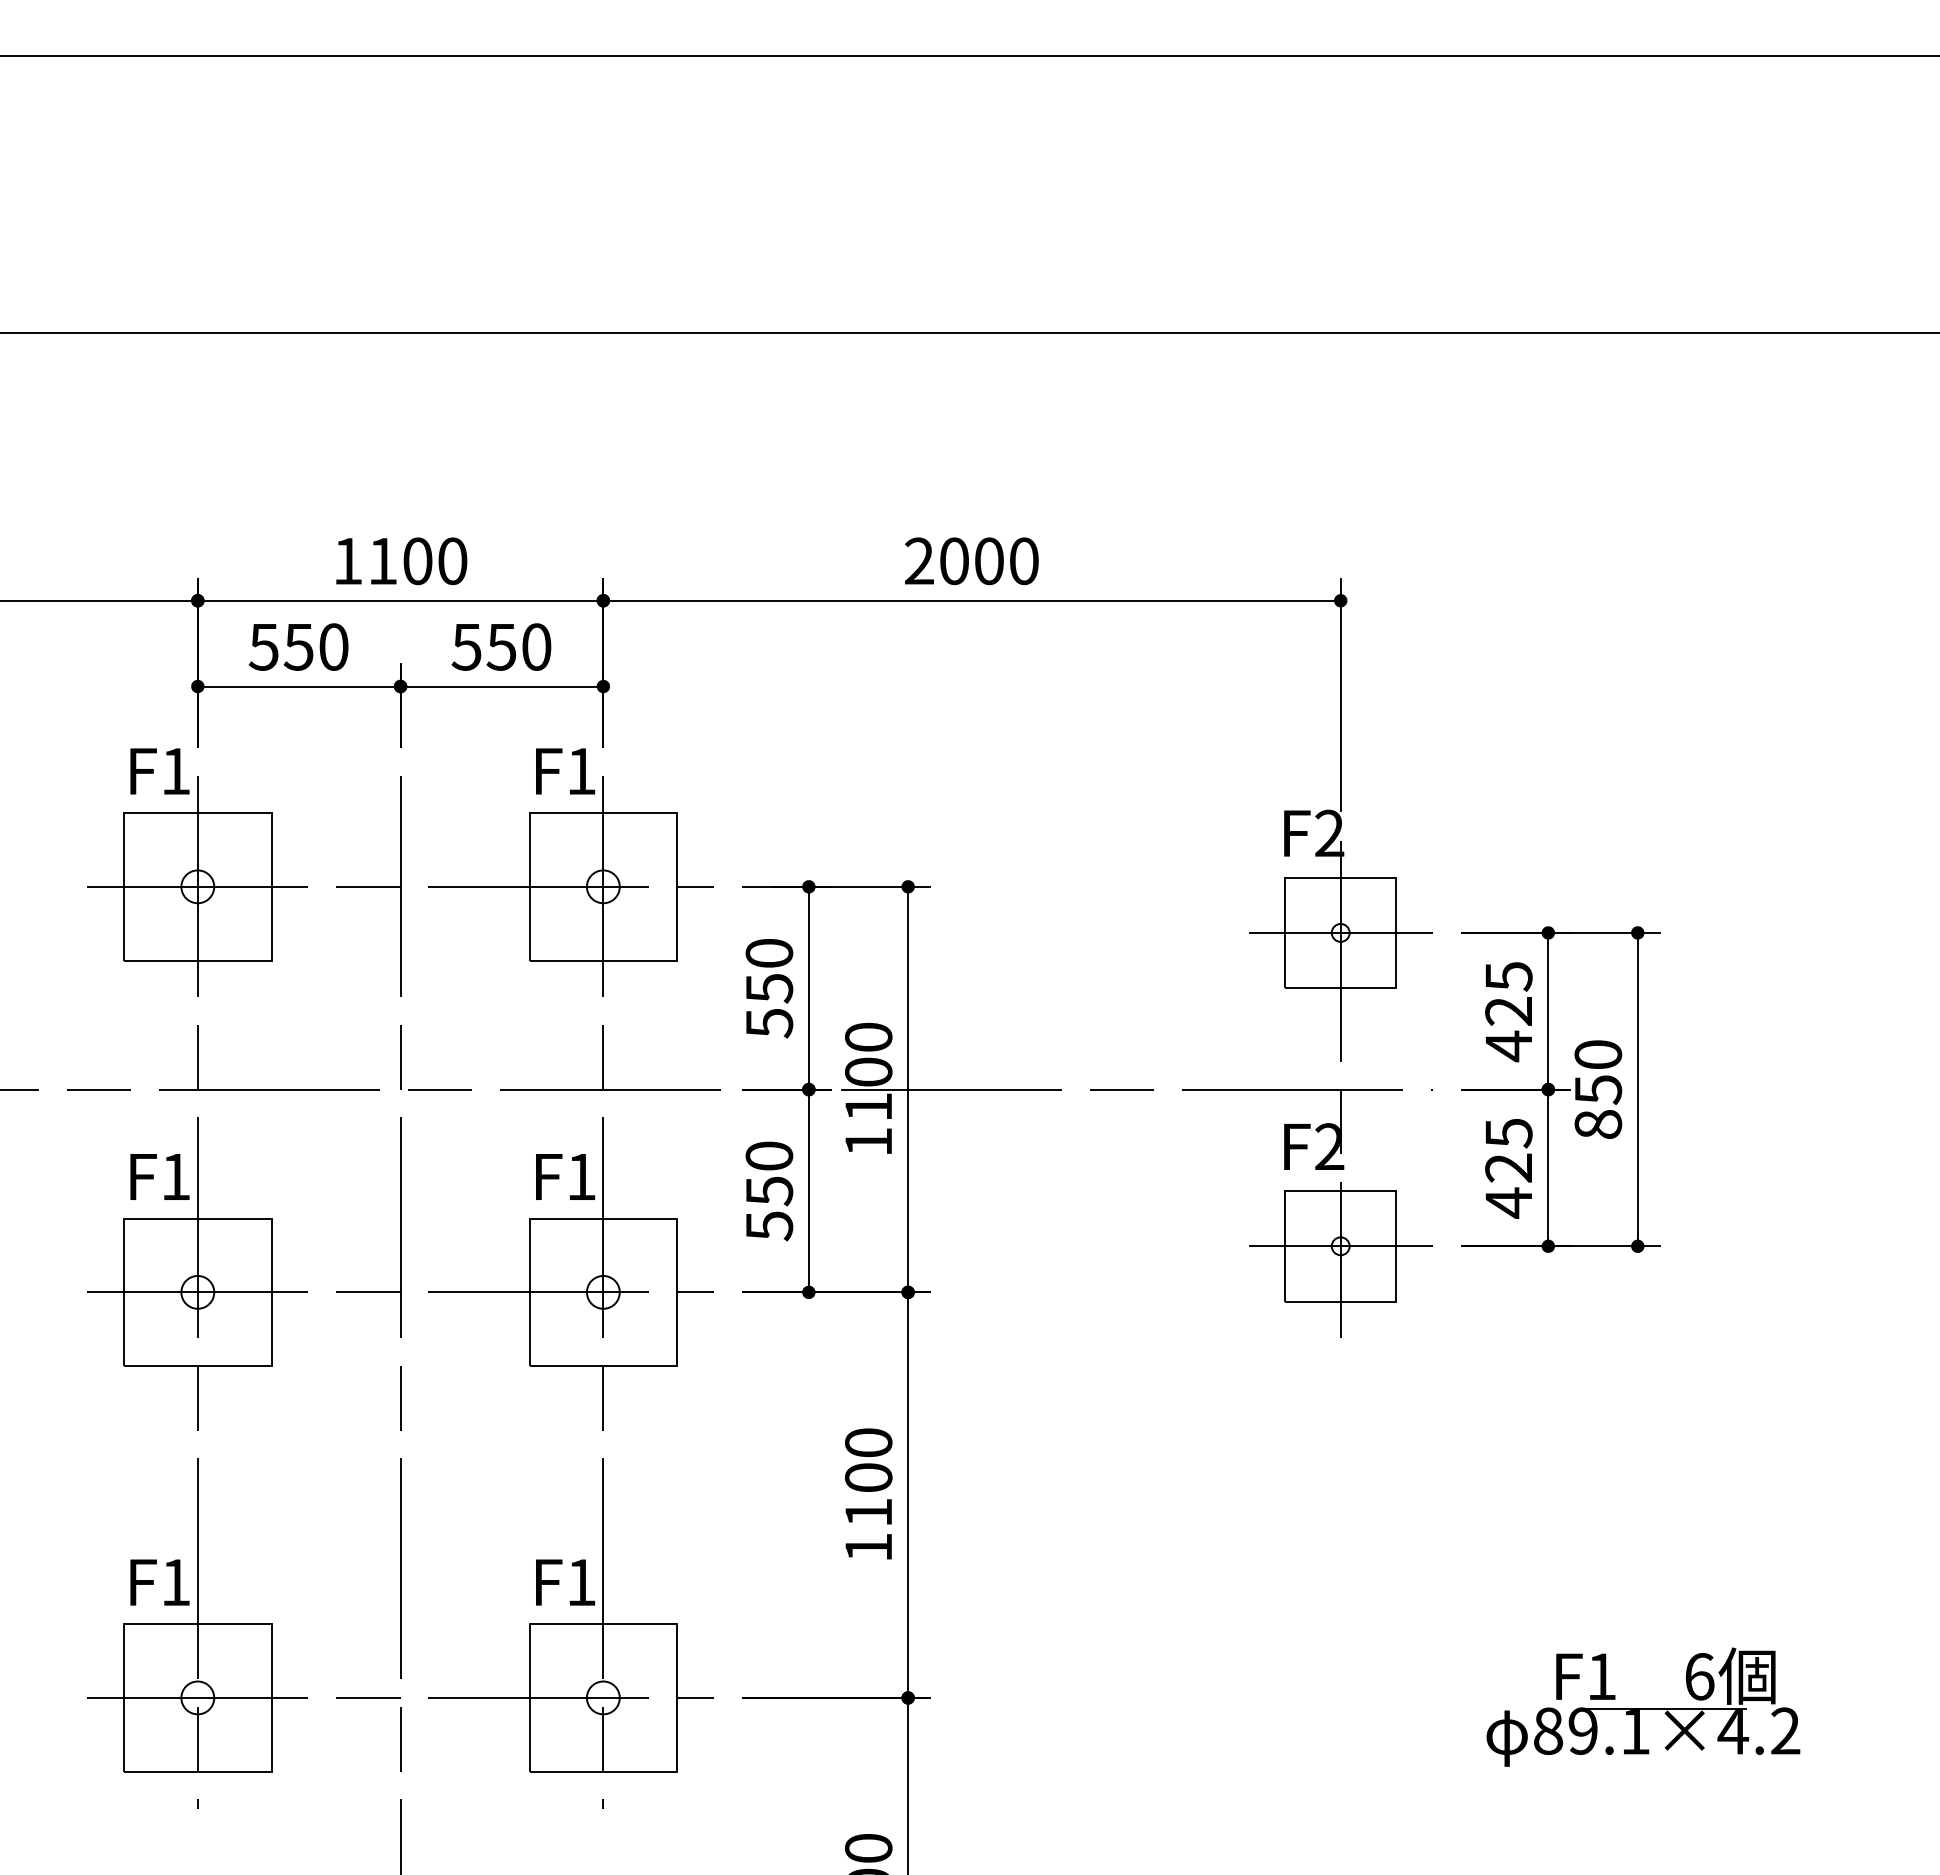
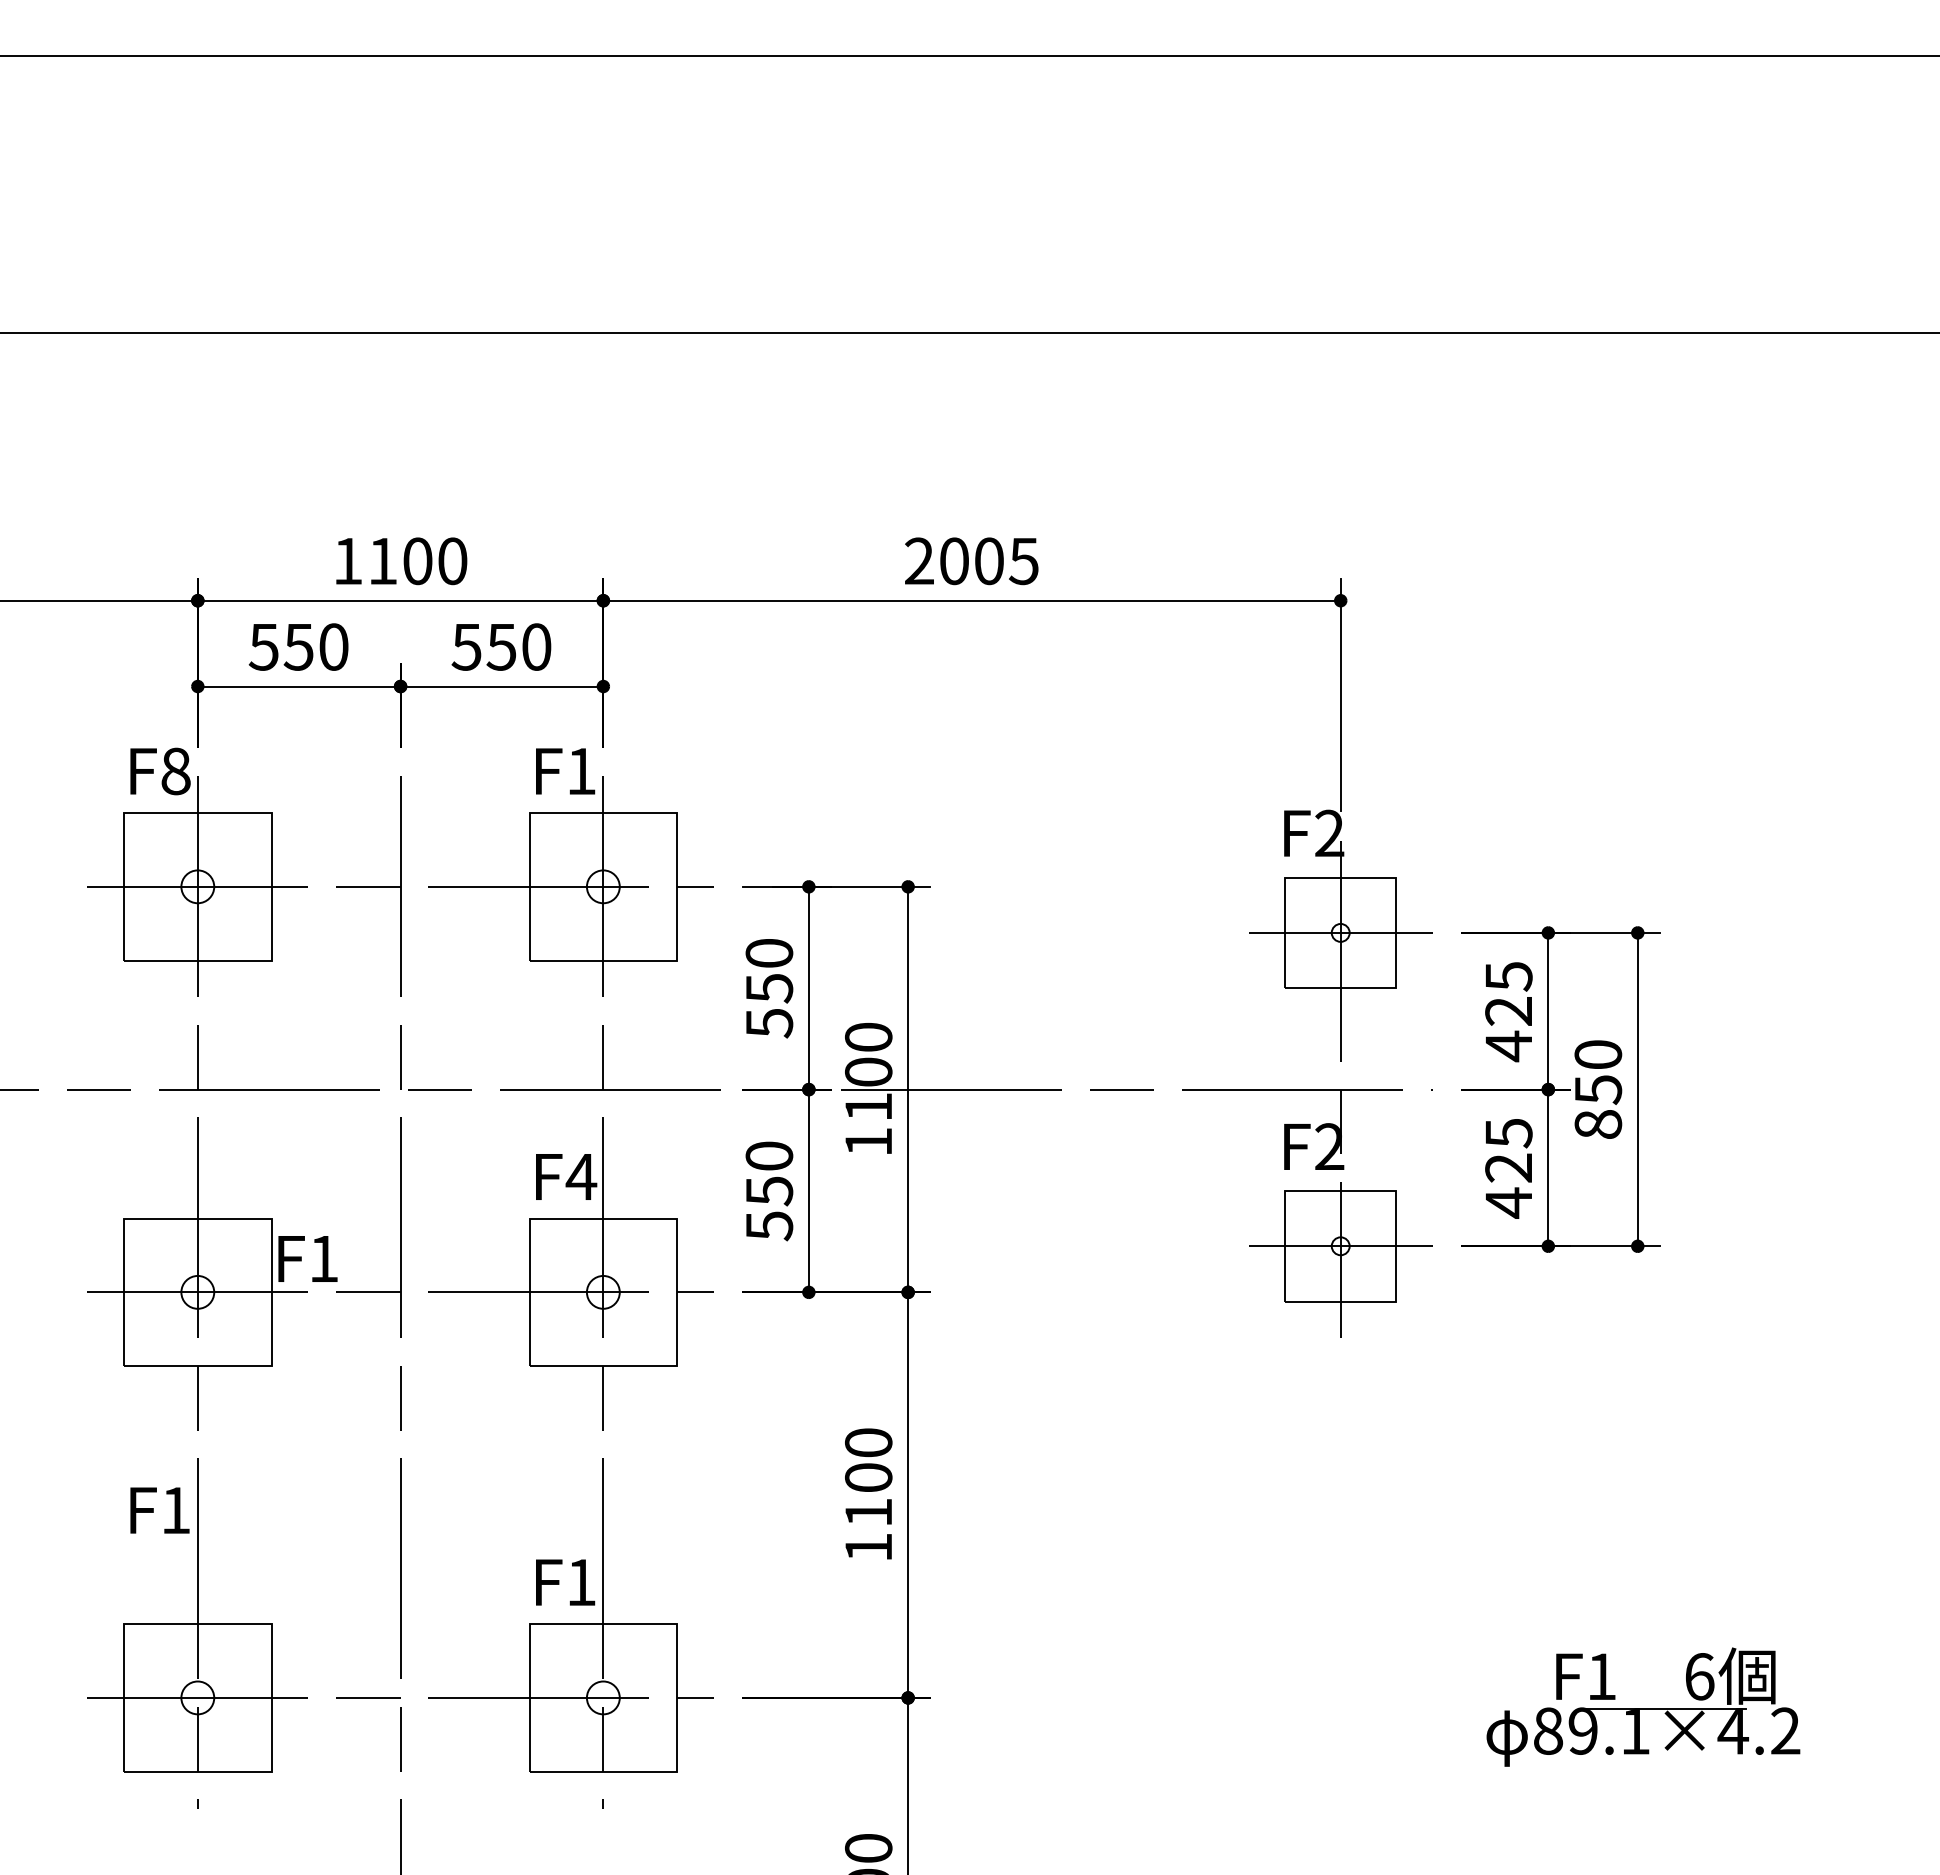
text at (1023, 561): 2000 -> 2005
text at (175, 771): F1 -> F8
text at (159, 1176) position: (159, 1176) -> (307, 1258)
text at (581, 1176): F1 -> F4
text at (159, 1582) position: (159, 1582) -> (159, 1510)
